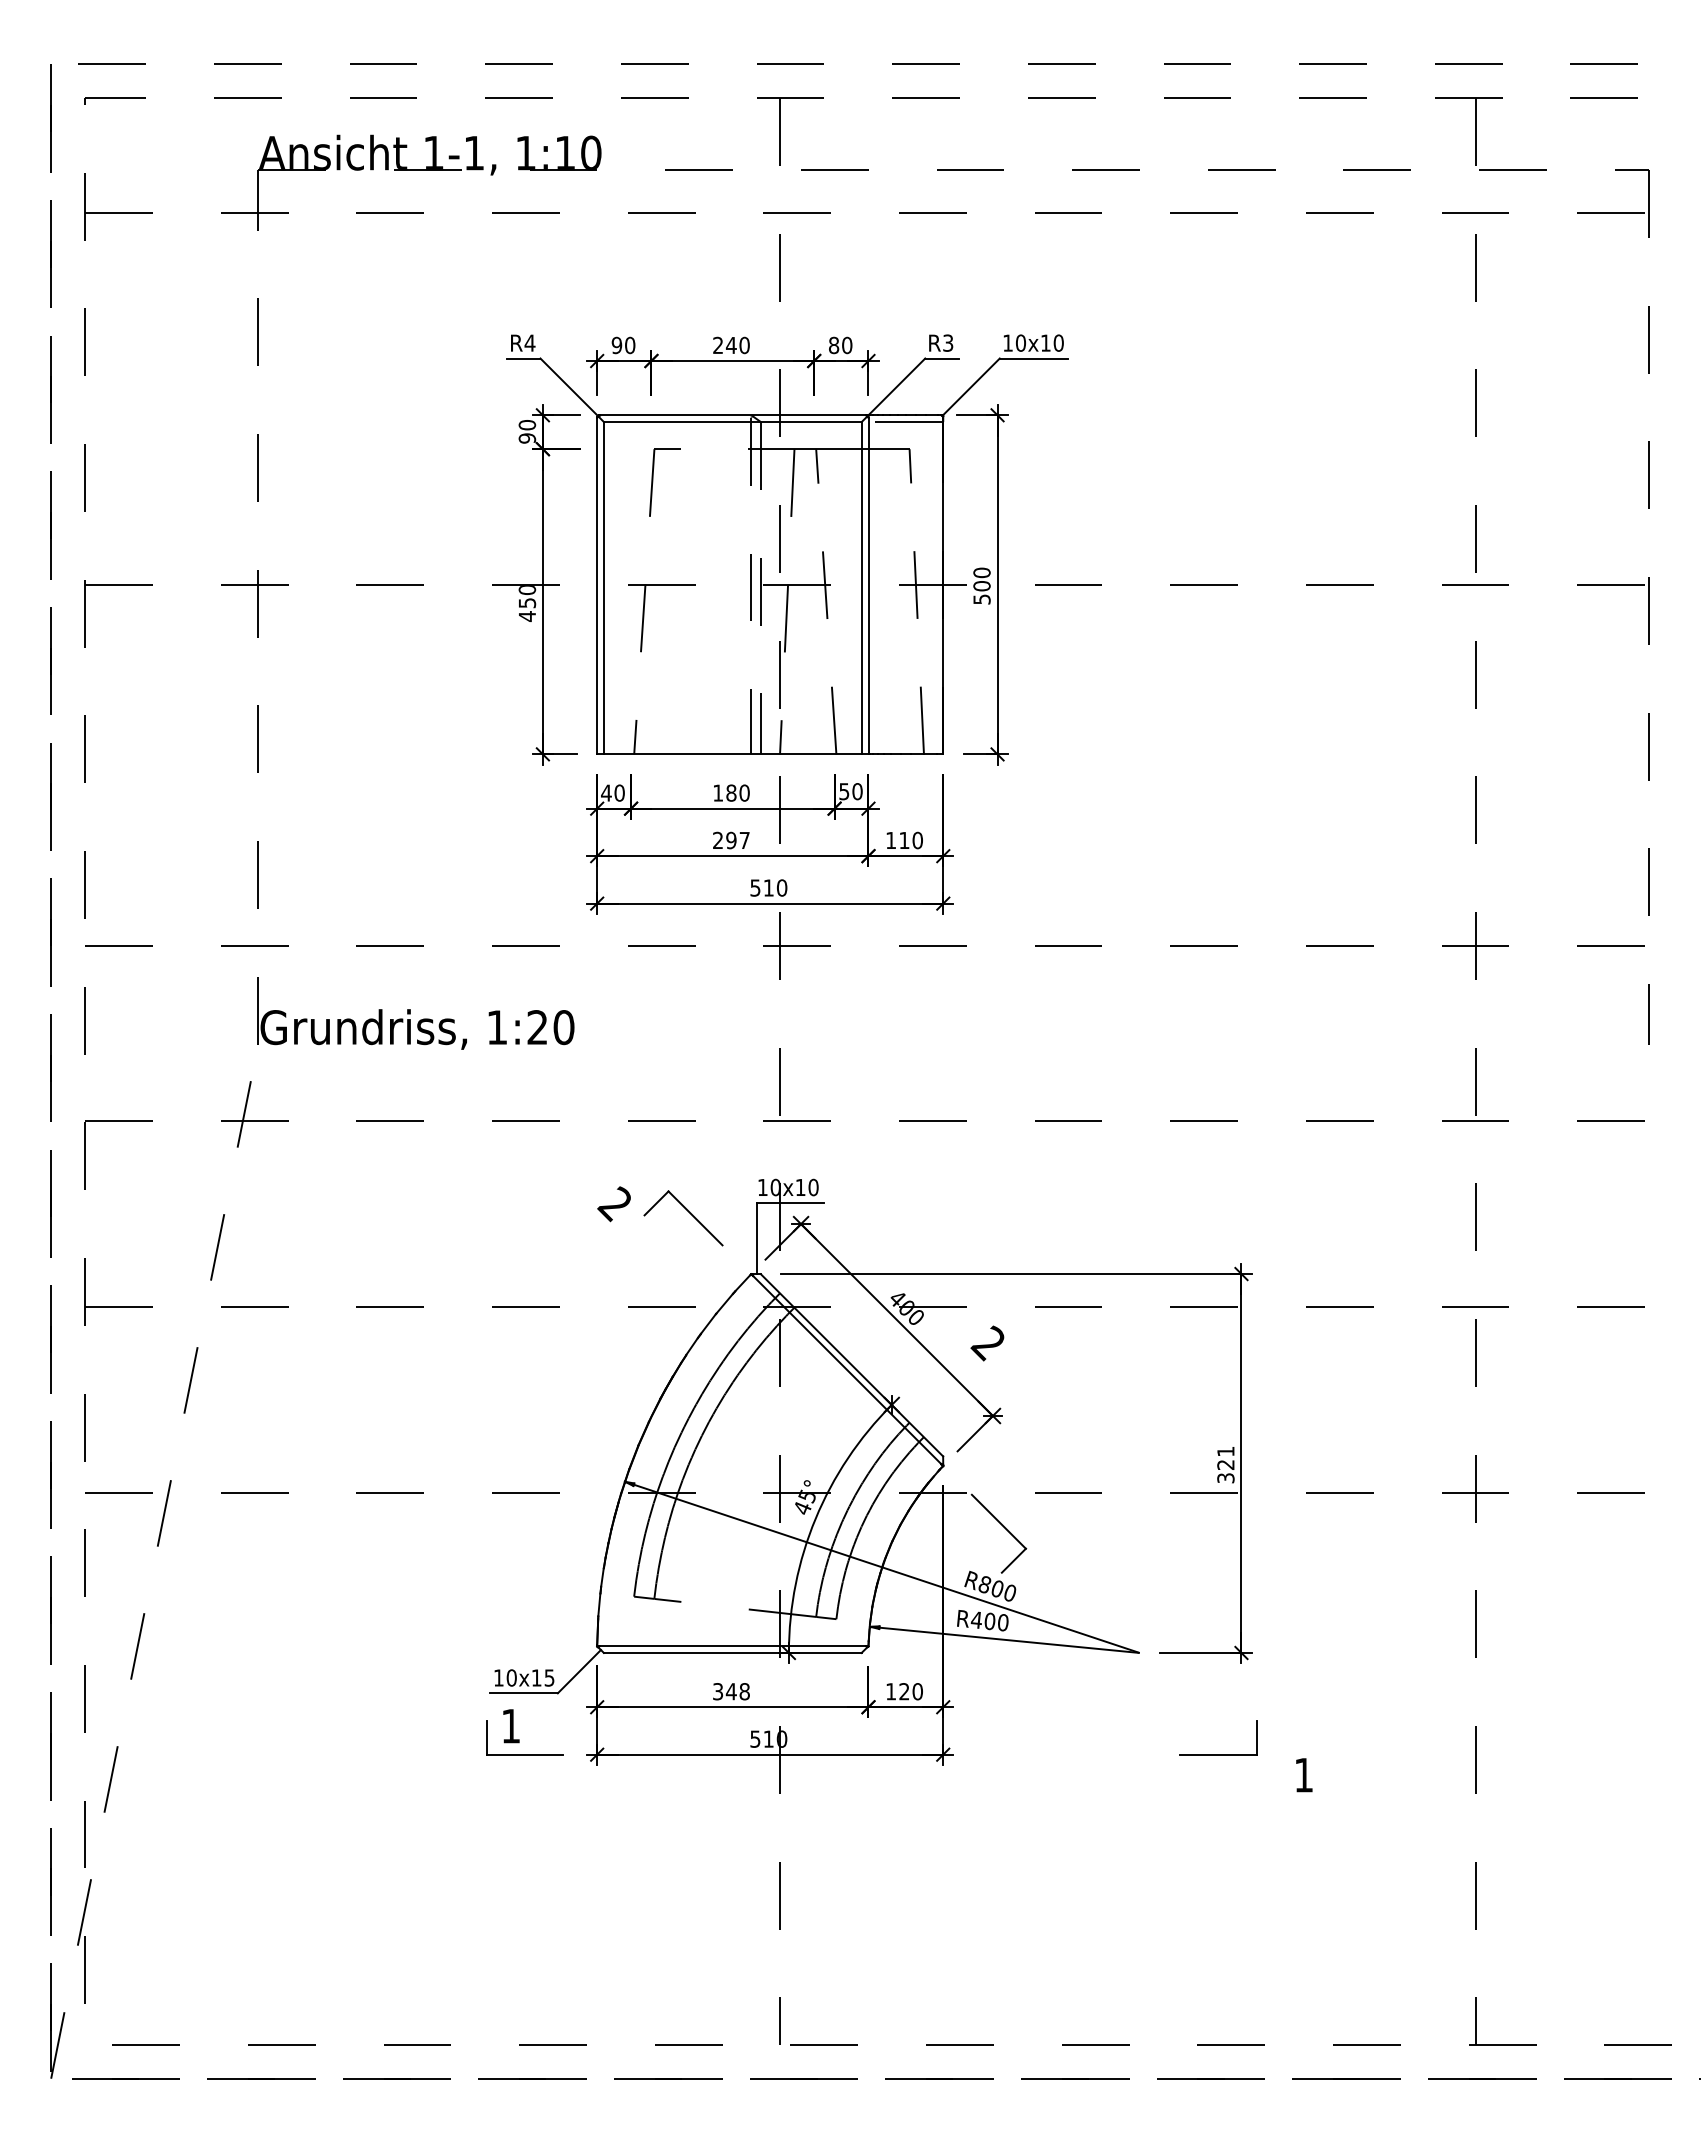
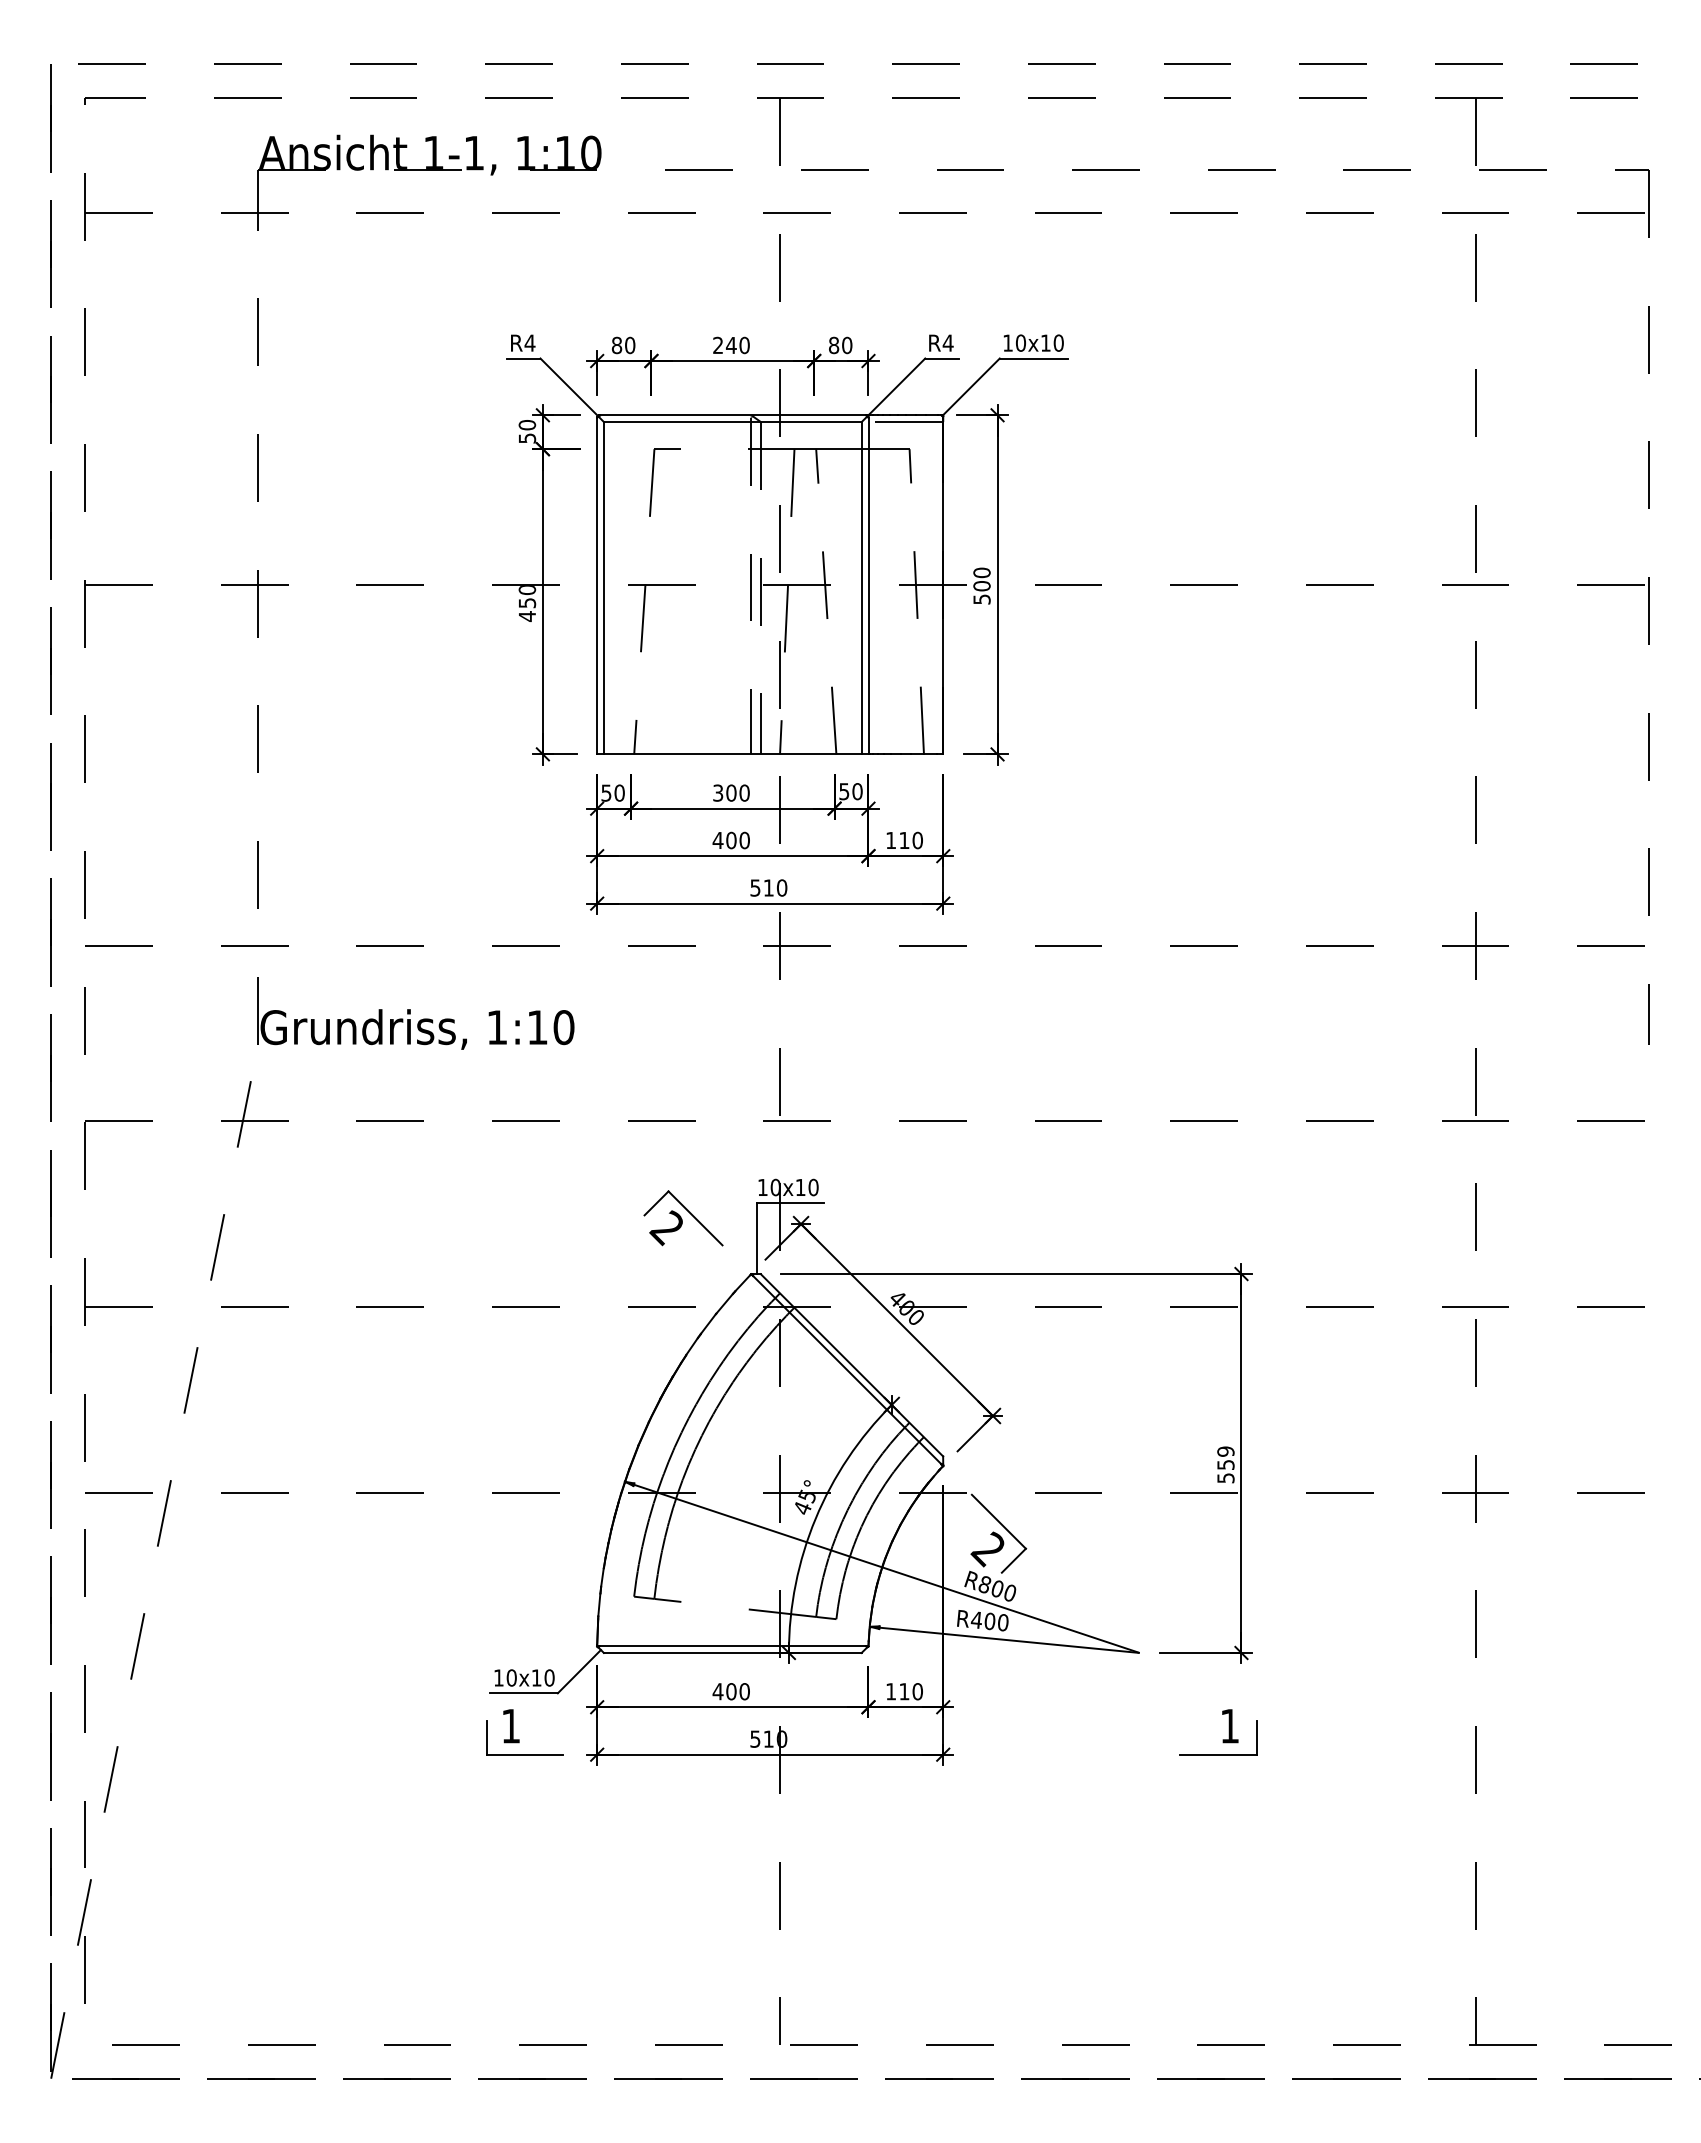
text at (947, 342): R3 -> R4
text at (616, 345): 90 -> 80
text at (526, 438): 90 -> 50
text at (606, 792): 40 -> 50
text at (724, 792): 180 -> 300
text at (730, 840): 297 -> 400
text at (537, 1027): 1:20 -> 1:10
text at (613, 1204) position: (613, 1204) -> (665, 1228)
text at (987, 1343) position: (987, 1343) -> (987, 1549)
text at (1225, 1464): 321 -> 559
text at (549, 1677): 10x15 -> 10x10
text at (730, 1691): 348 -> 400
text at (904, 1691): 120 -> 110
text at (1304, 1775) position: (1304, 1775) -> (1230, 1726)
